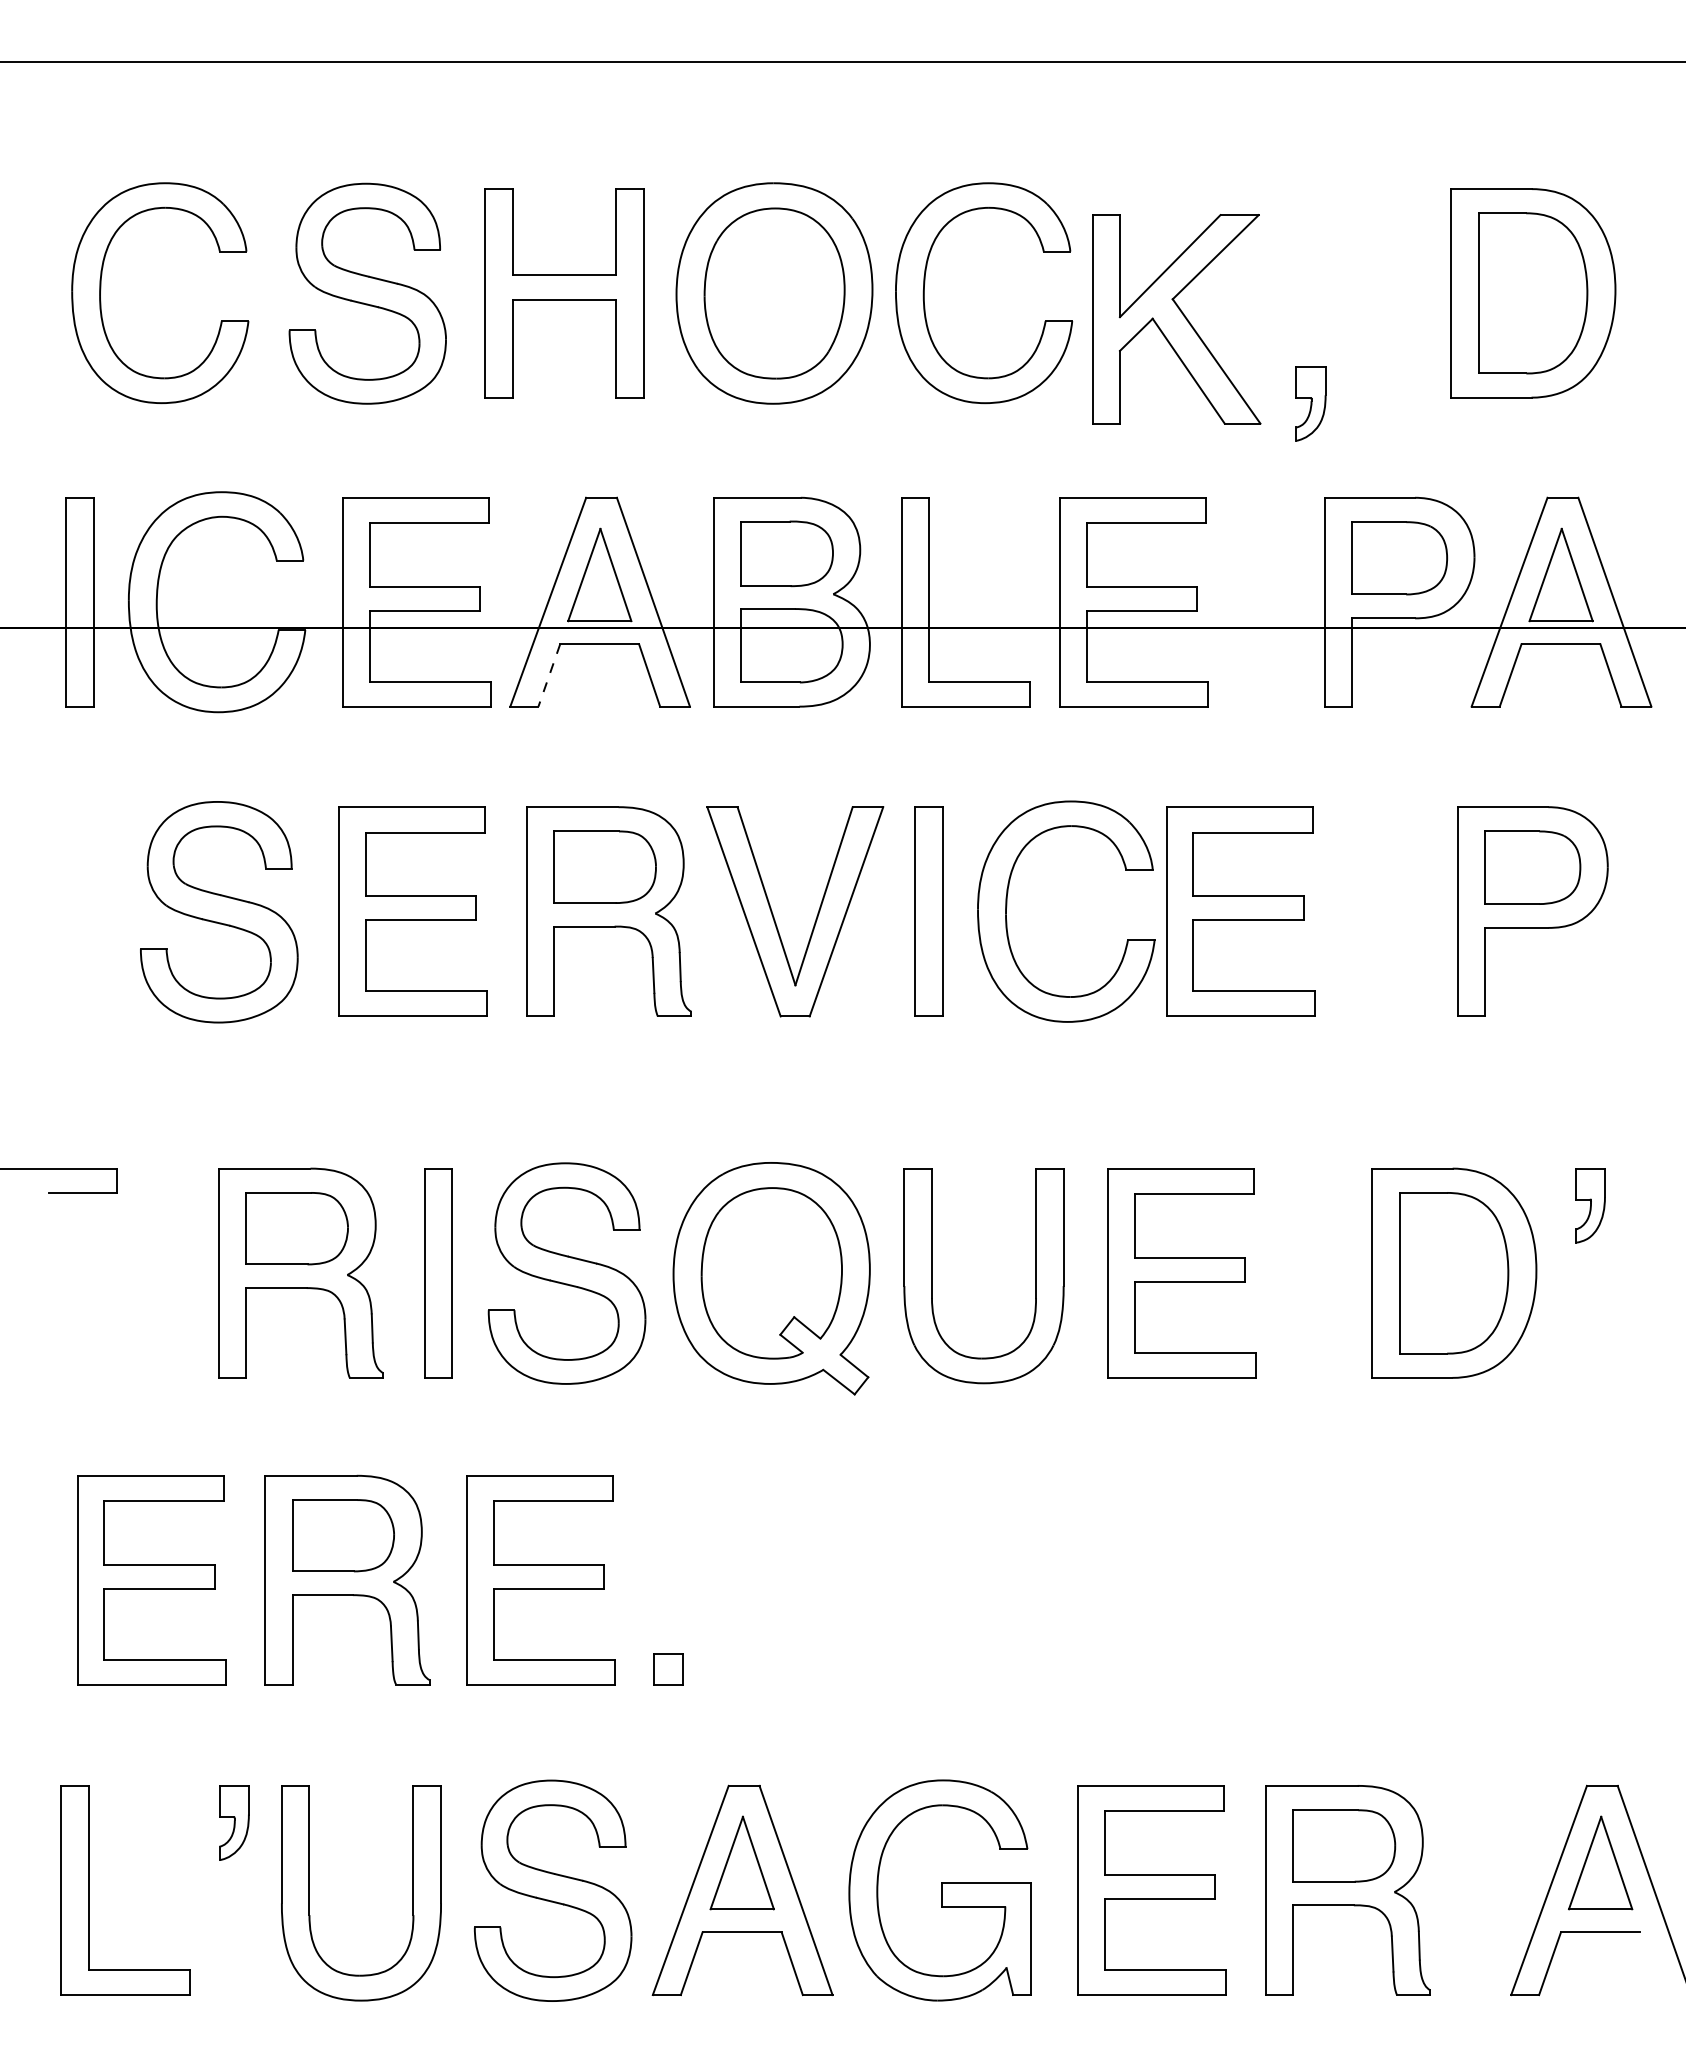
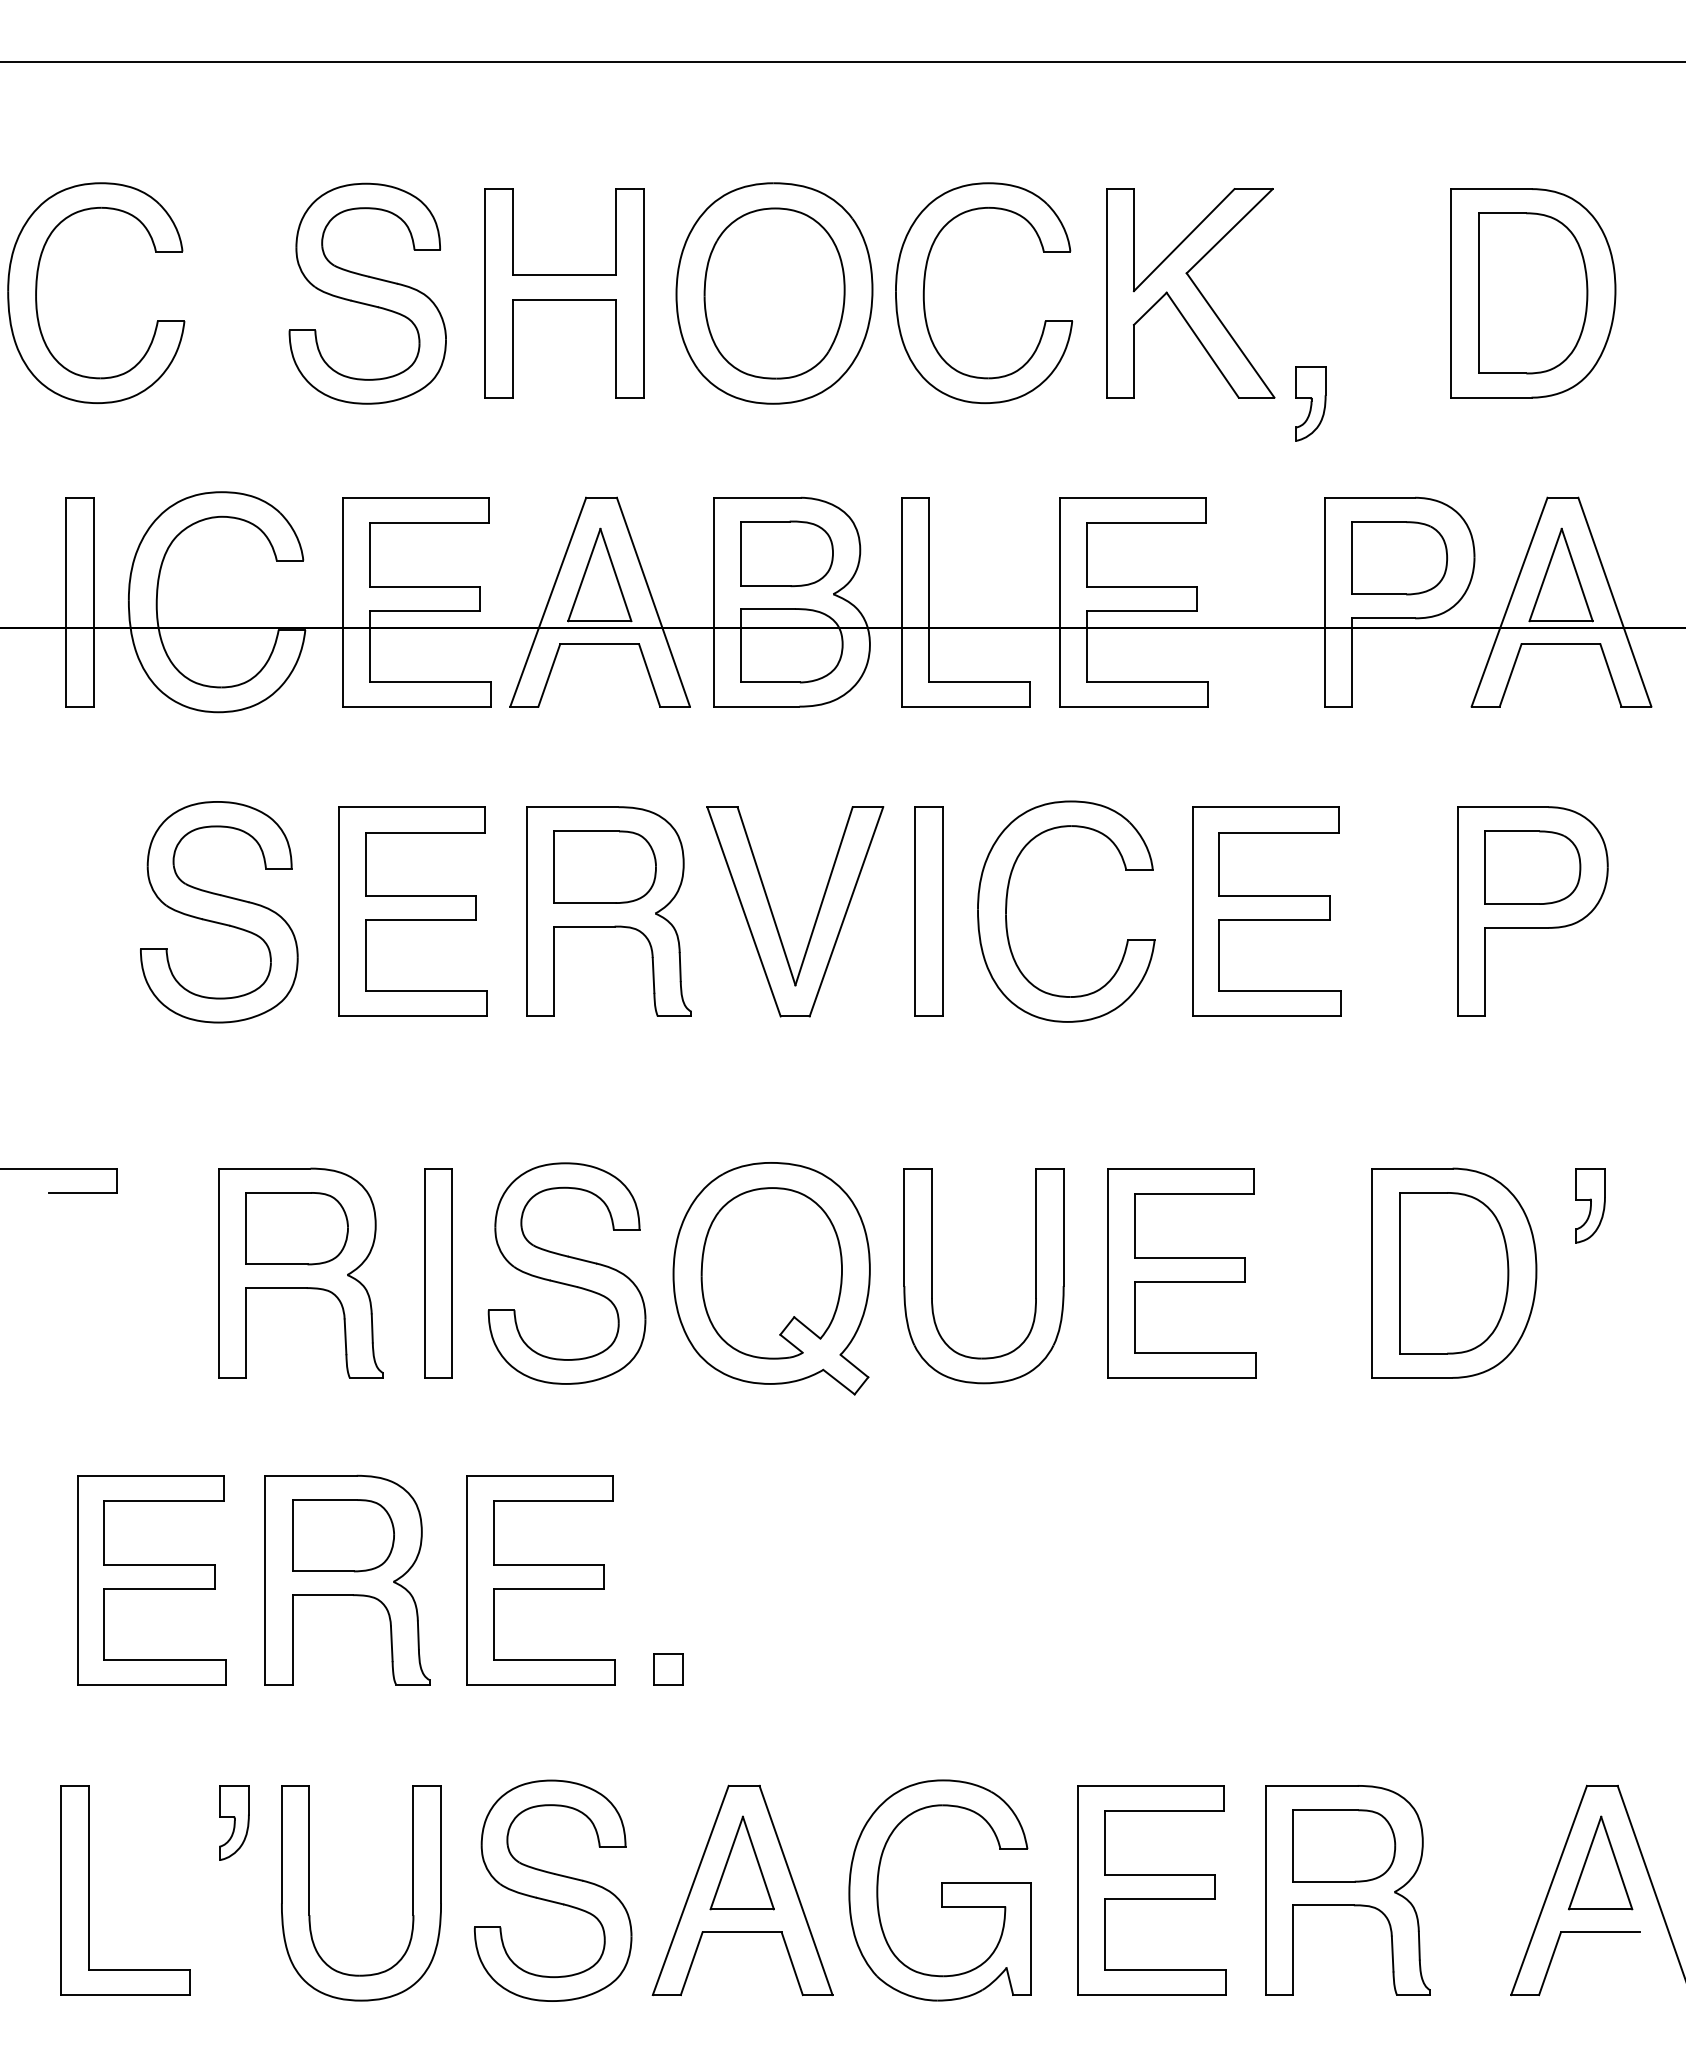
part at (101, 290) position: (101, 290) -> (37, 290)
part at (1176, 319) position: (1176, 319) -> (1190, 293)
line at (549, 675): dashed -> solid
part at (1240, 911) position: (1240, 911) -> (1266, 911)
